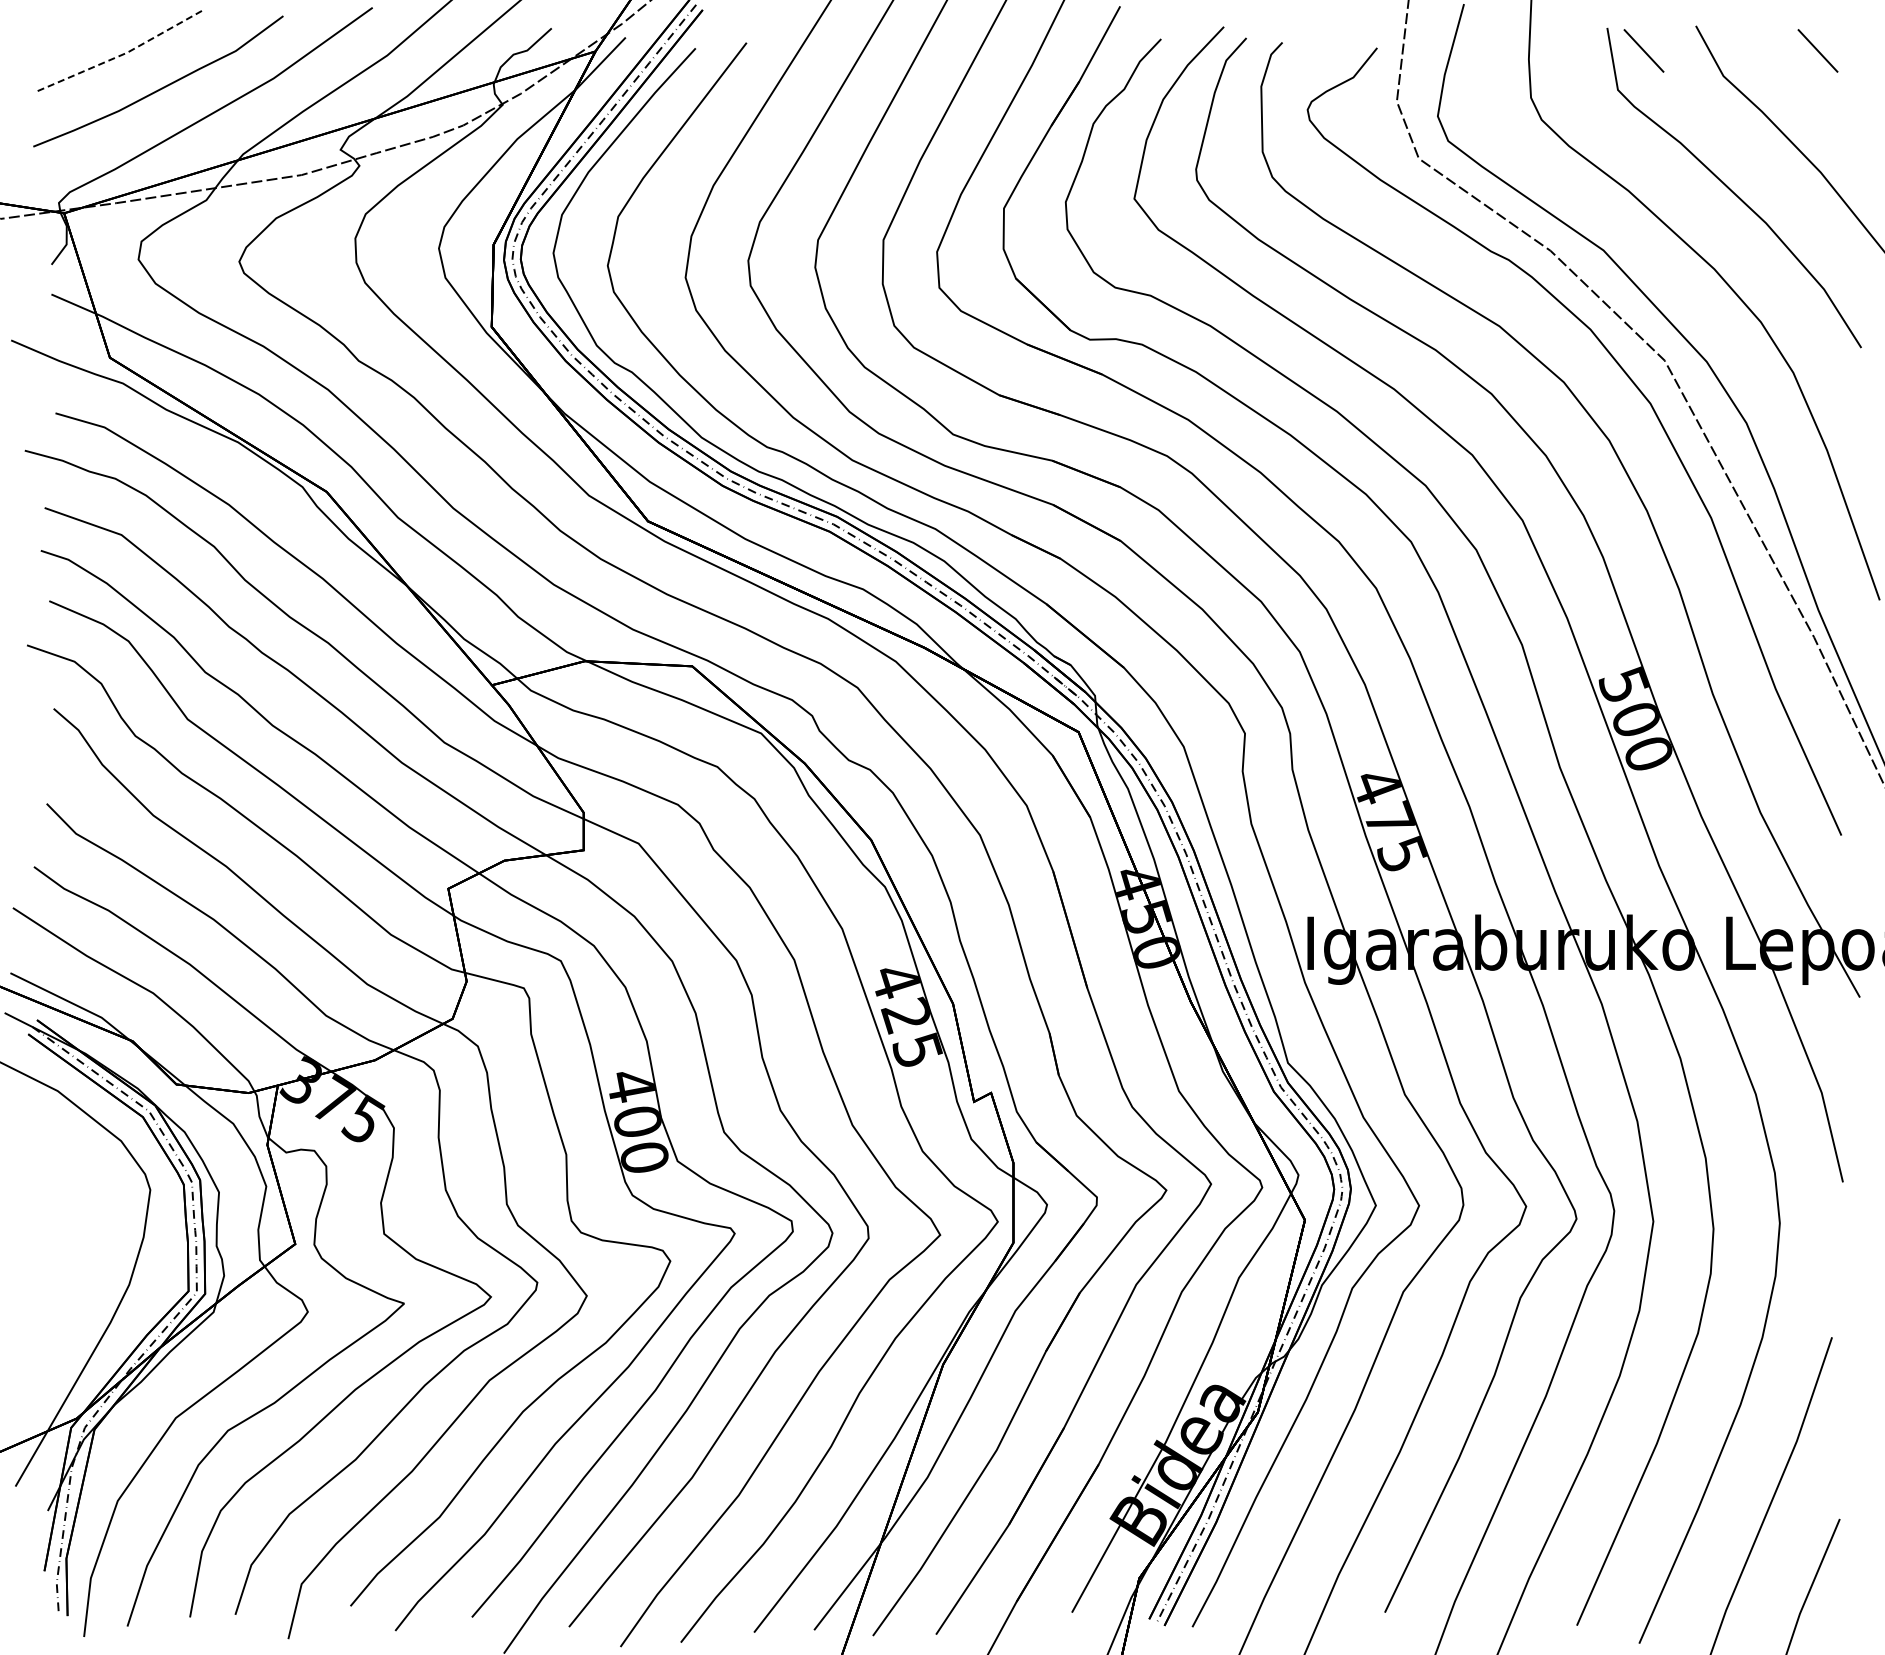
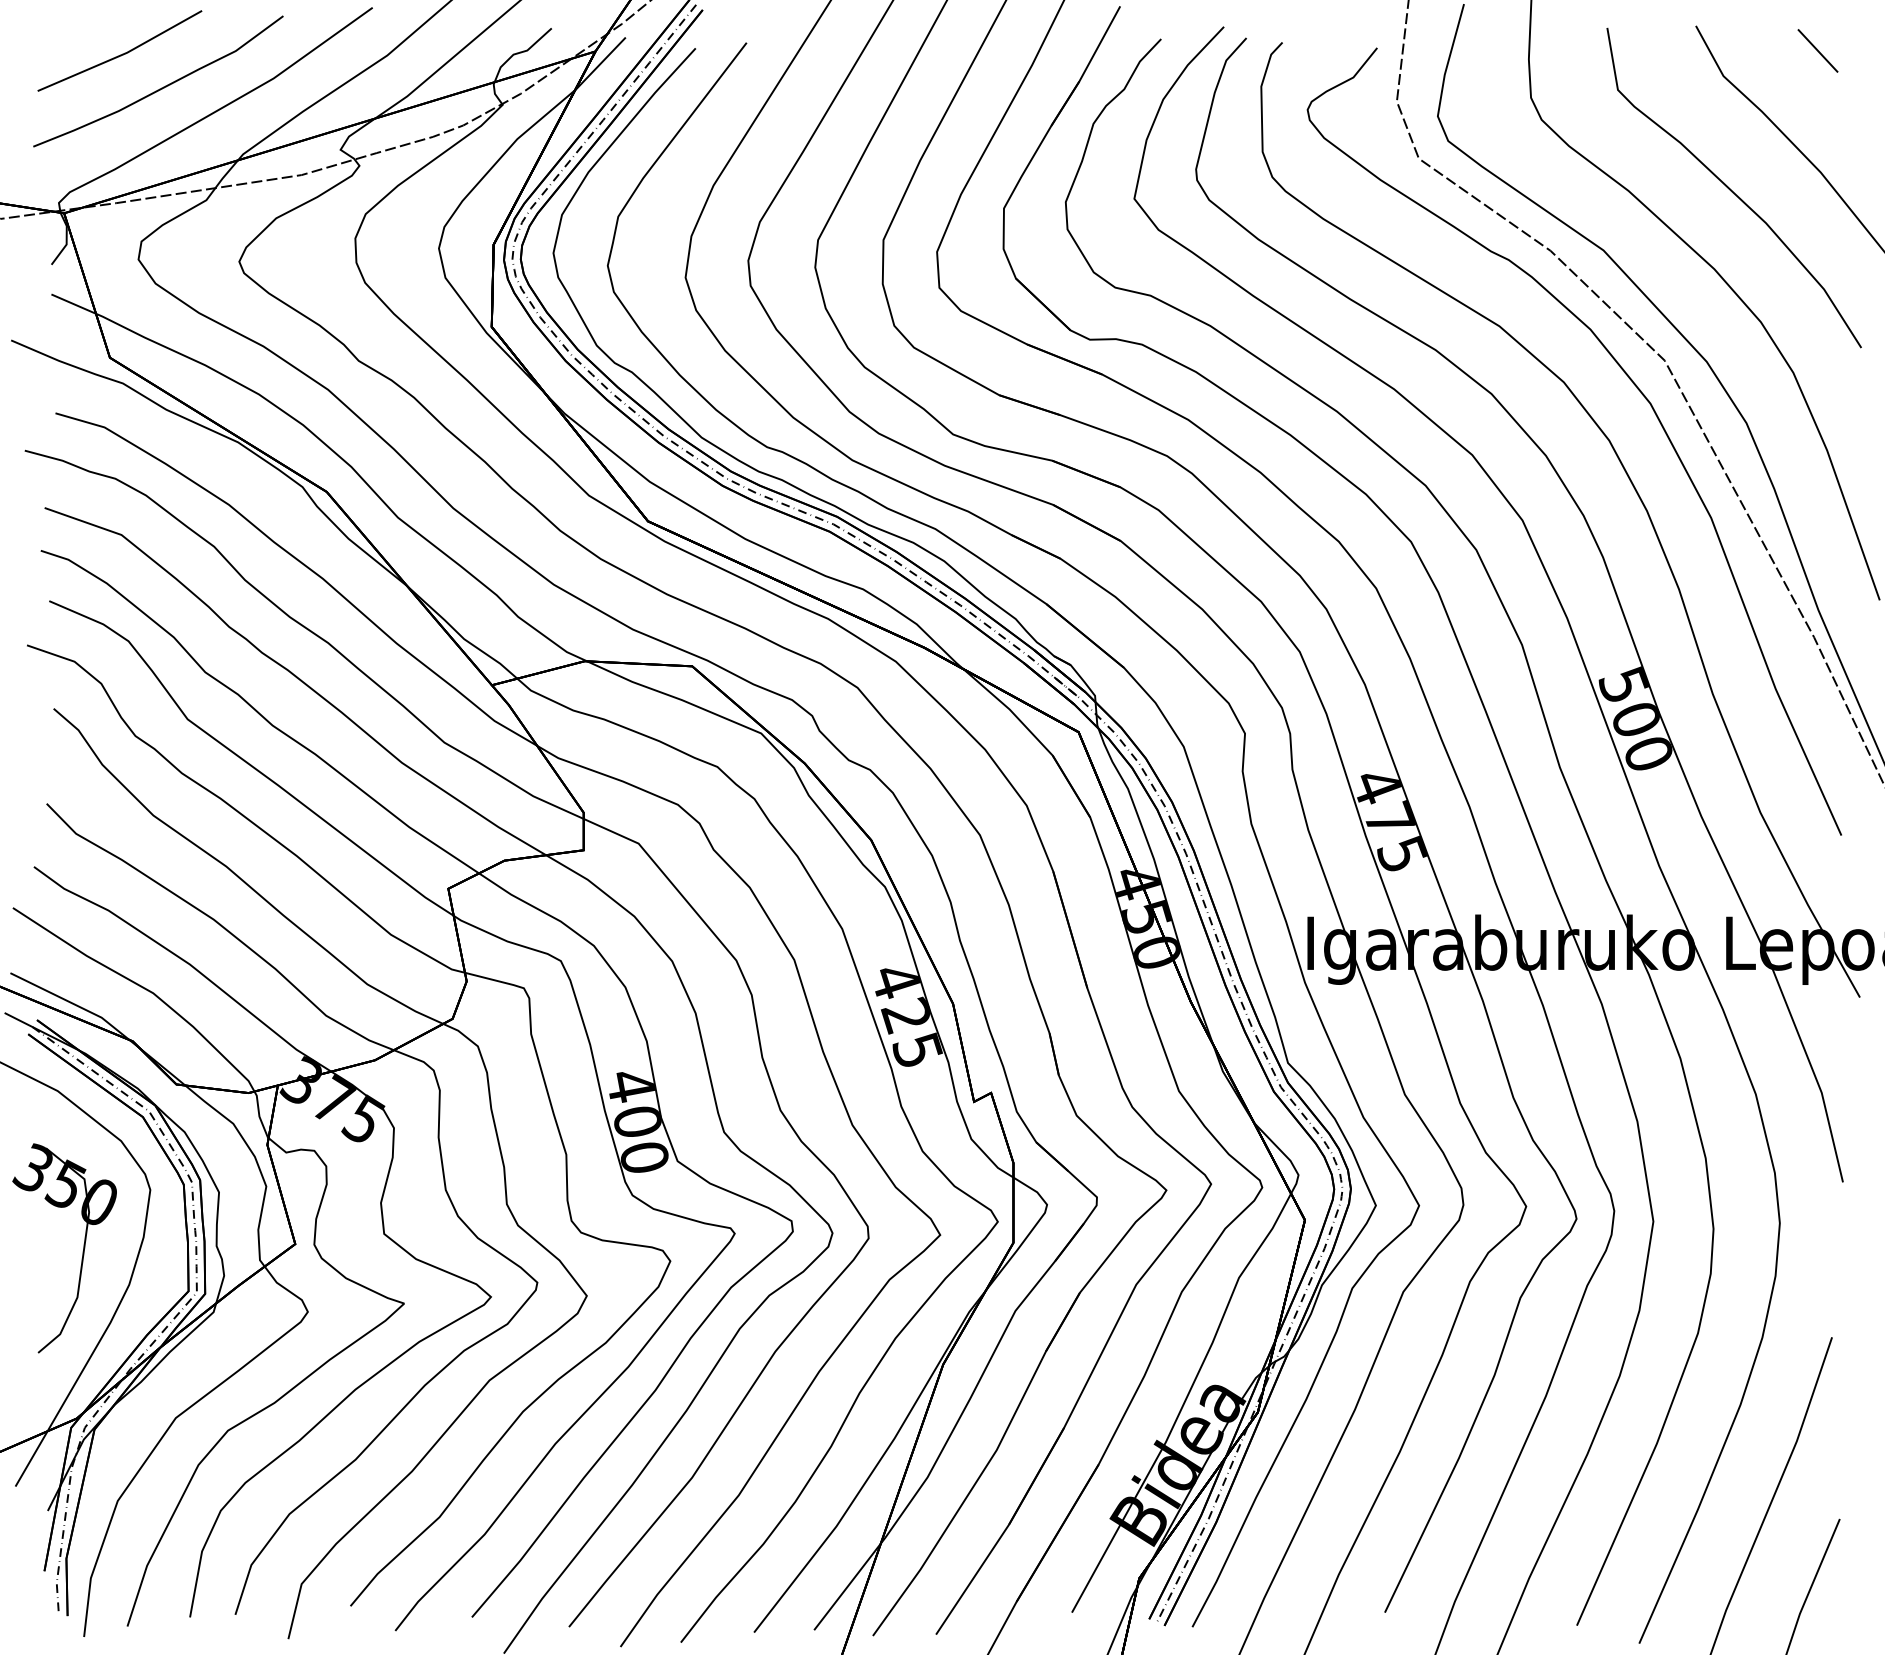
line at (1643, 50): present -> none
line at (122, 54): dashed -> solid
part at (82, 1251): none -> present
